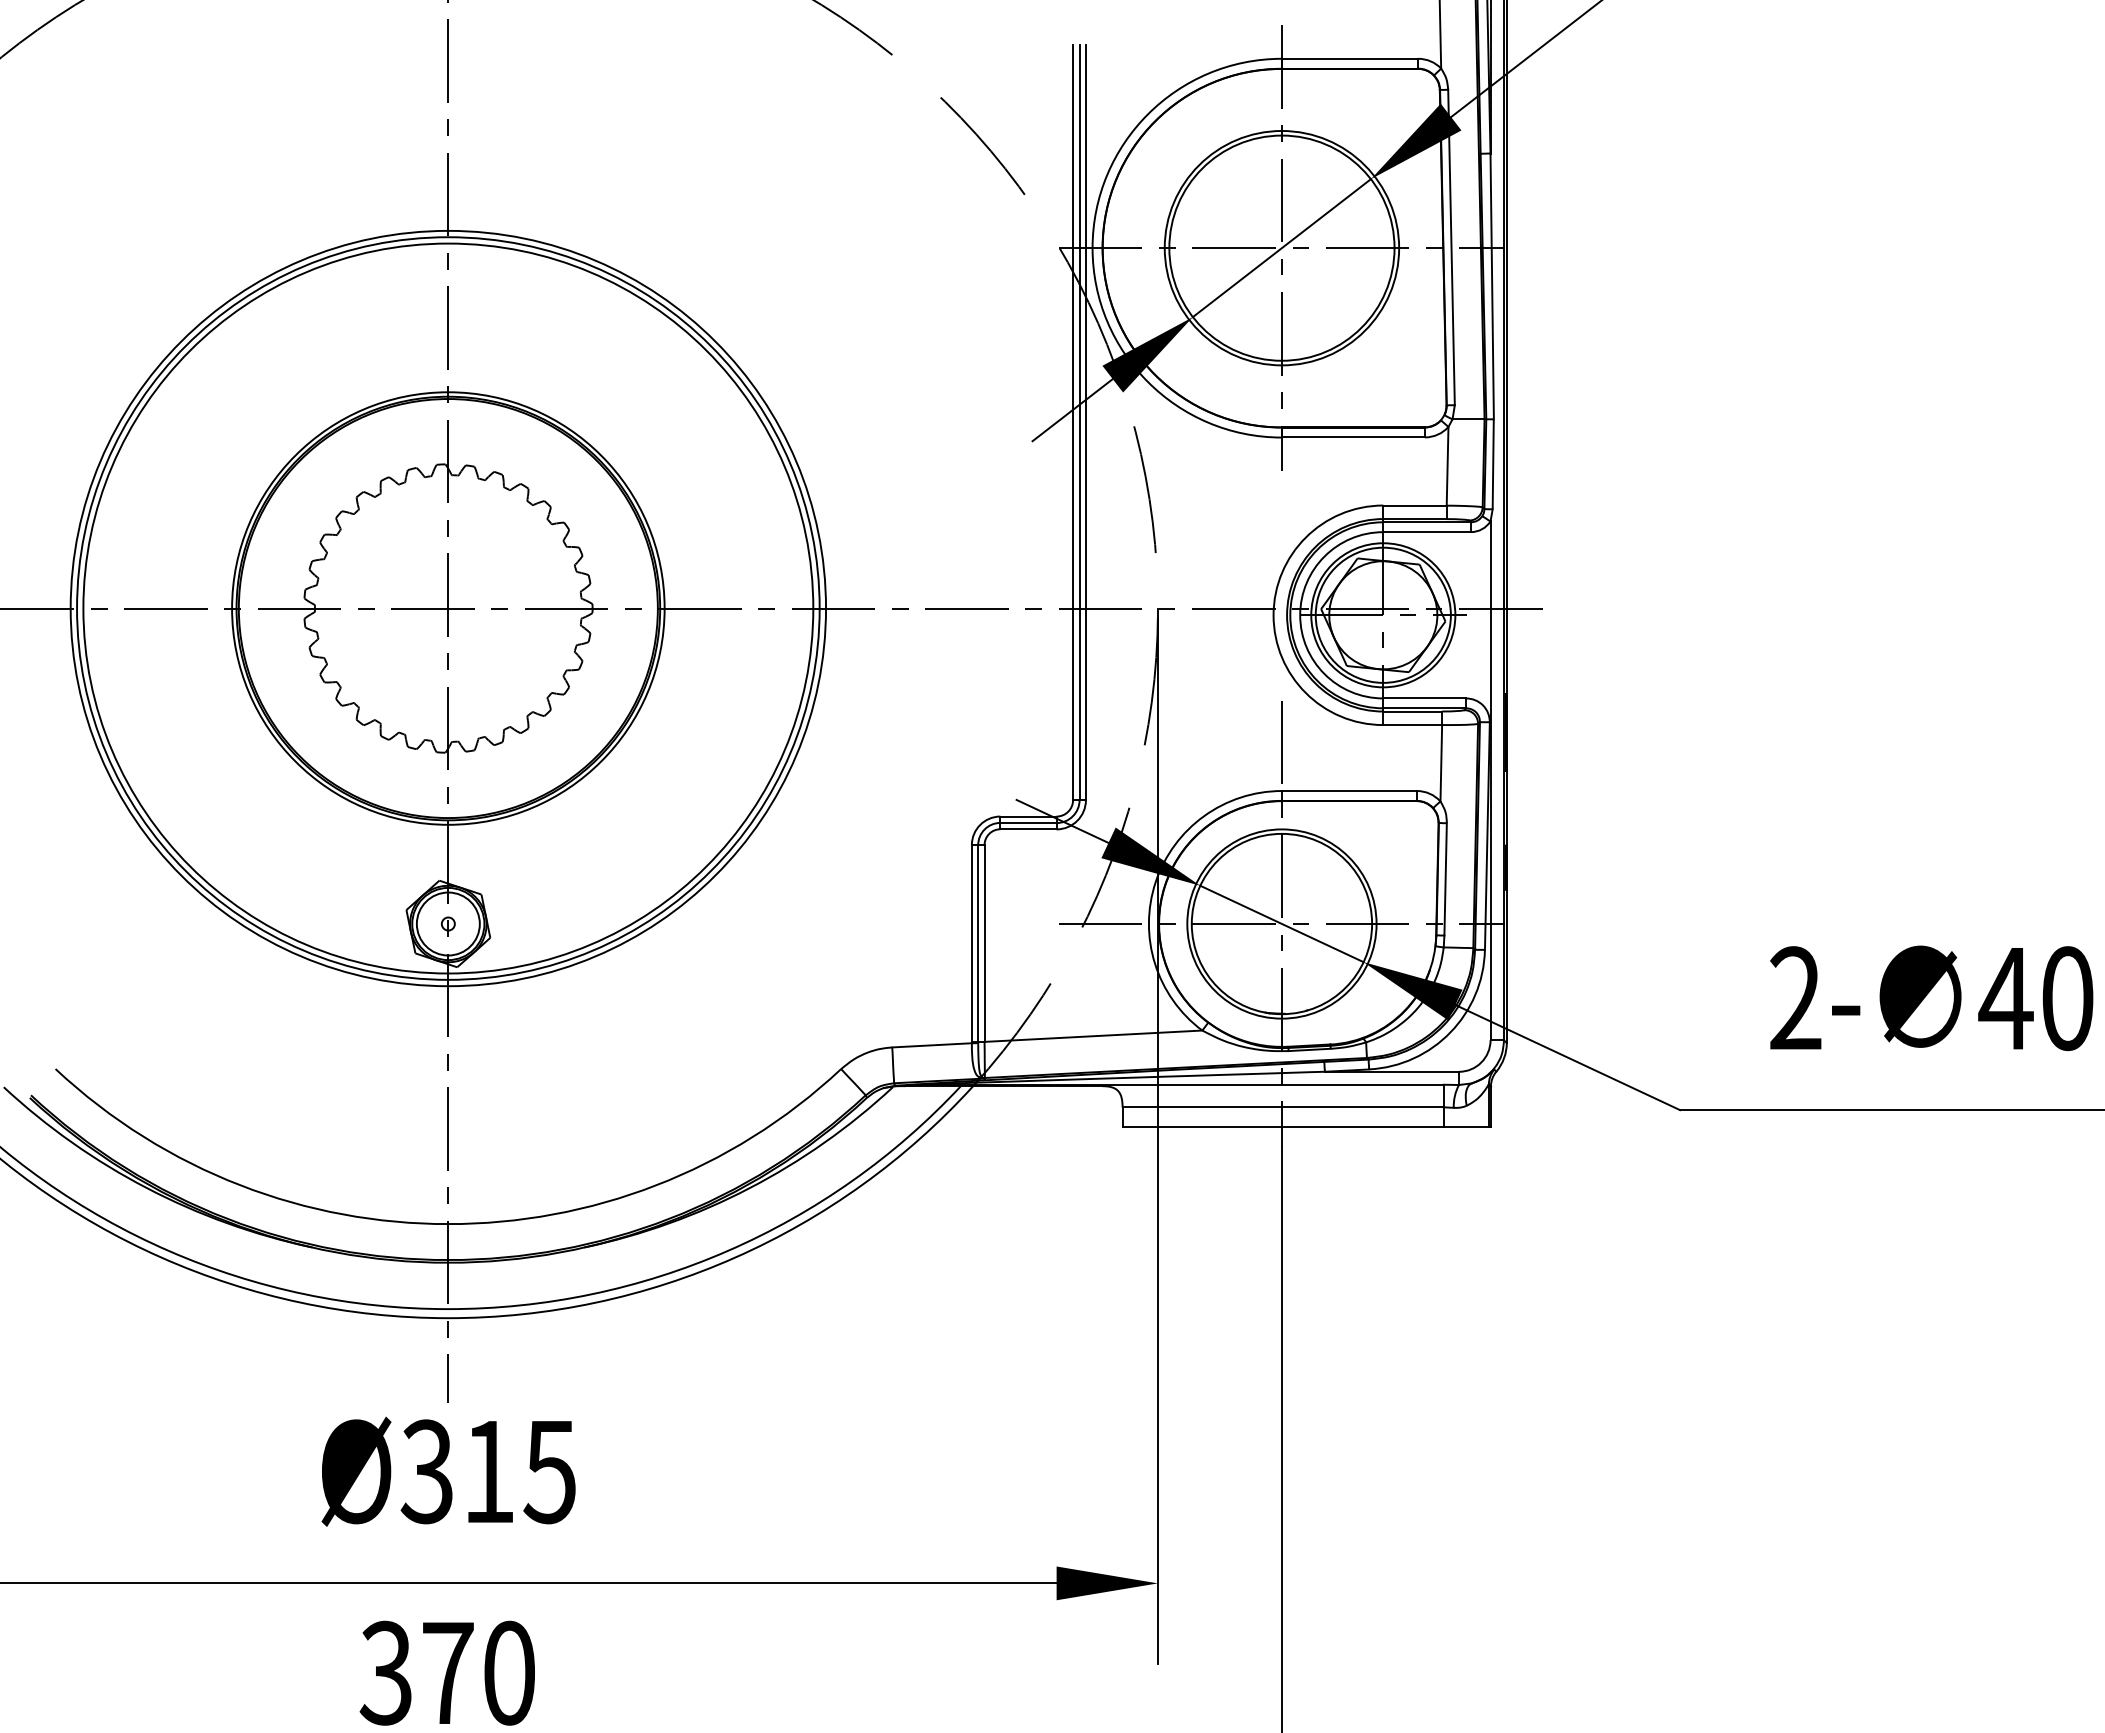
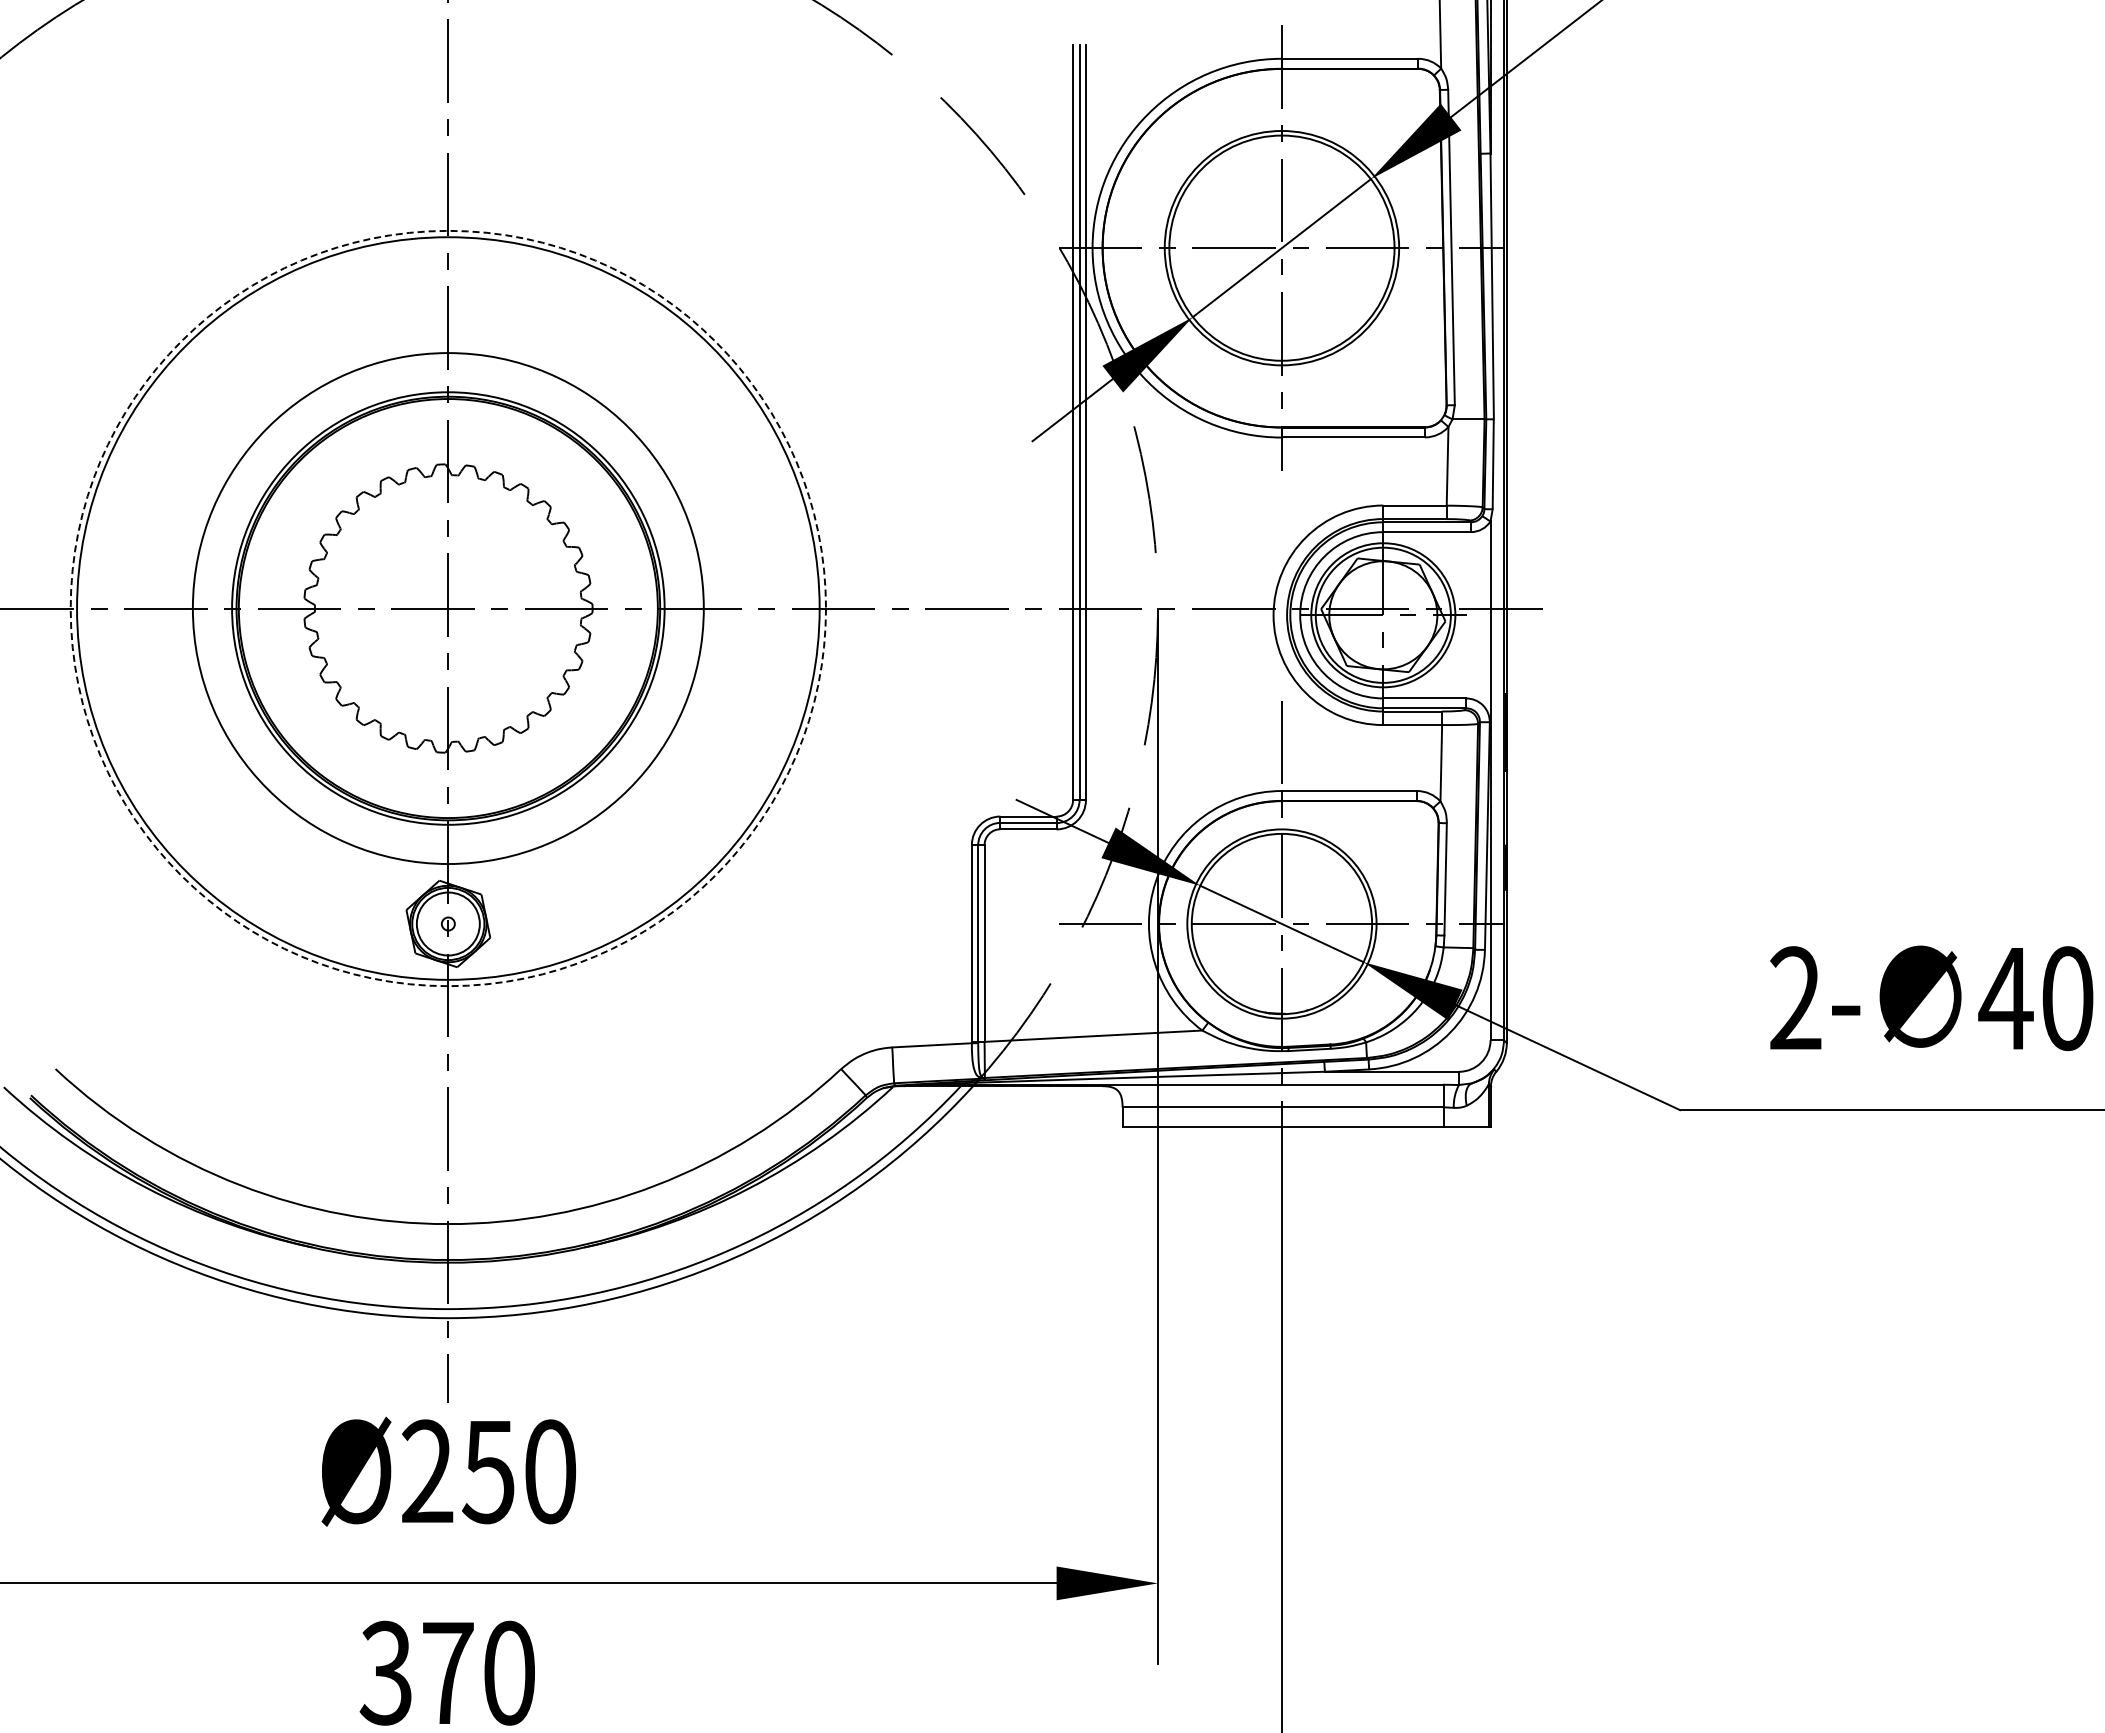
circle at (448, 608) diameter: 730 px -> 511 px
circle at (448, 608): solid -> dashed
text at (488, 1471): Ø315 -> Ø250
